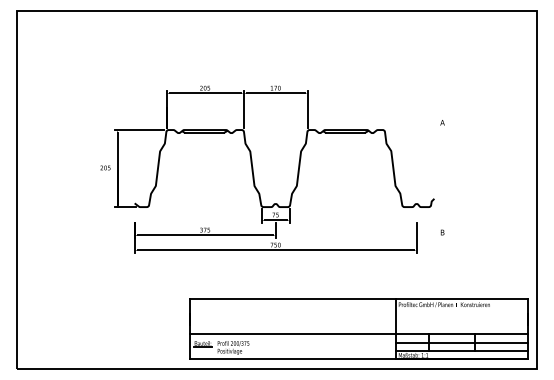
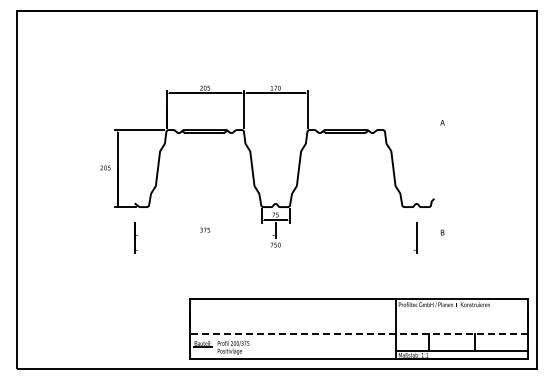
line at (204, 235): present -> none
line at (275, 250): present -> none
line at (358, 334): solid -> dashed
line at (461, 343): present -> none
